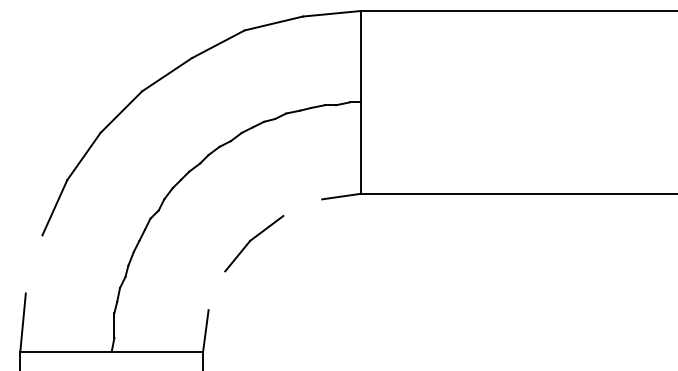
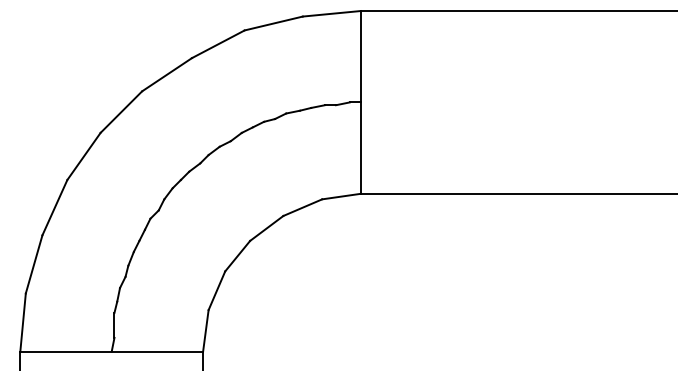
line at (302, 207): none -> present
line at (33, 264): none -> present
line at (216, 290): none -> present
